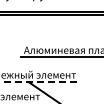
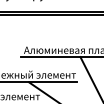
line at (90, 77): none -> present
line at (38, 82): dashed -> solid
